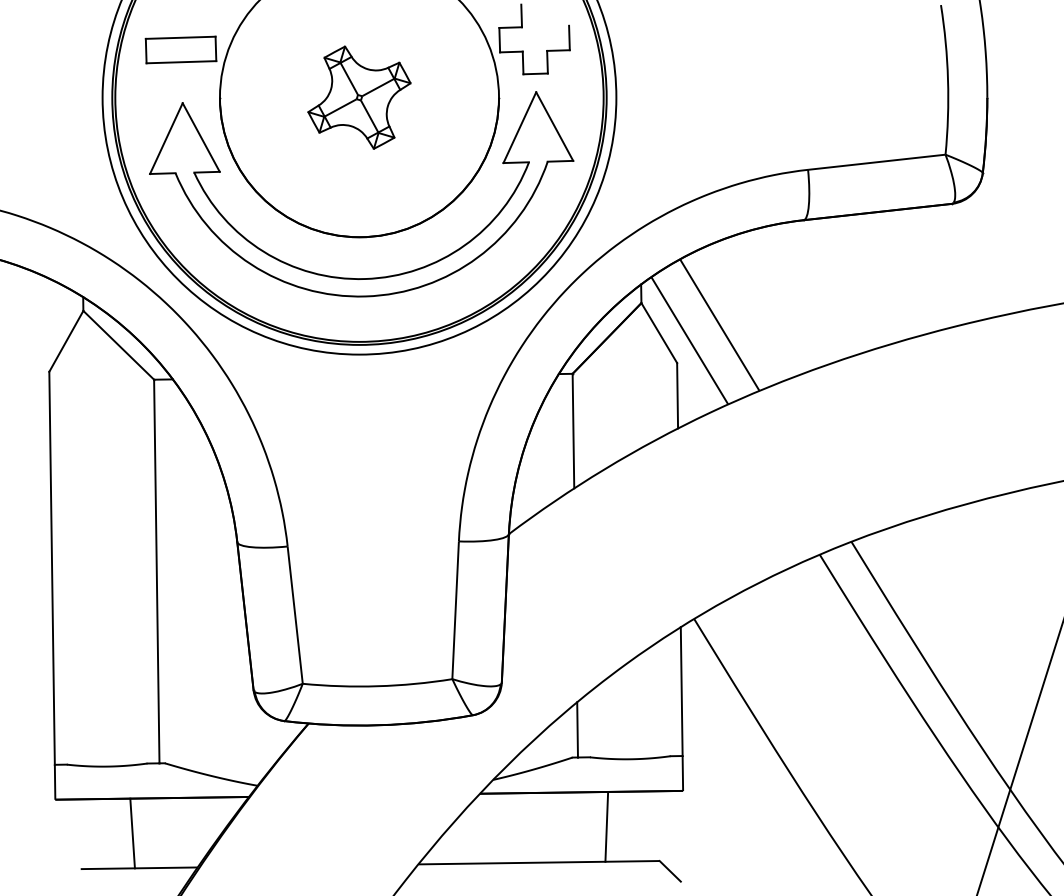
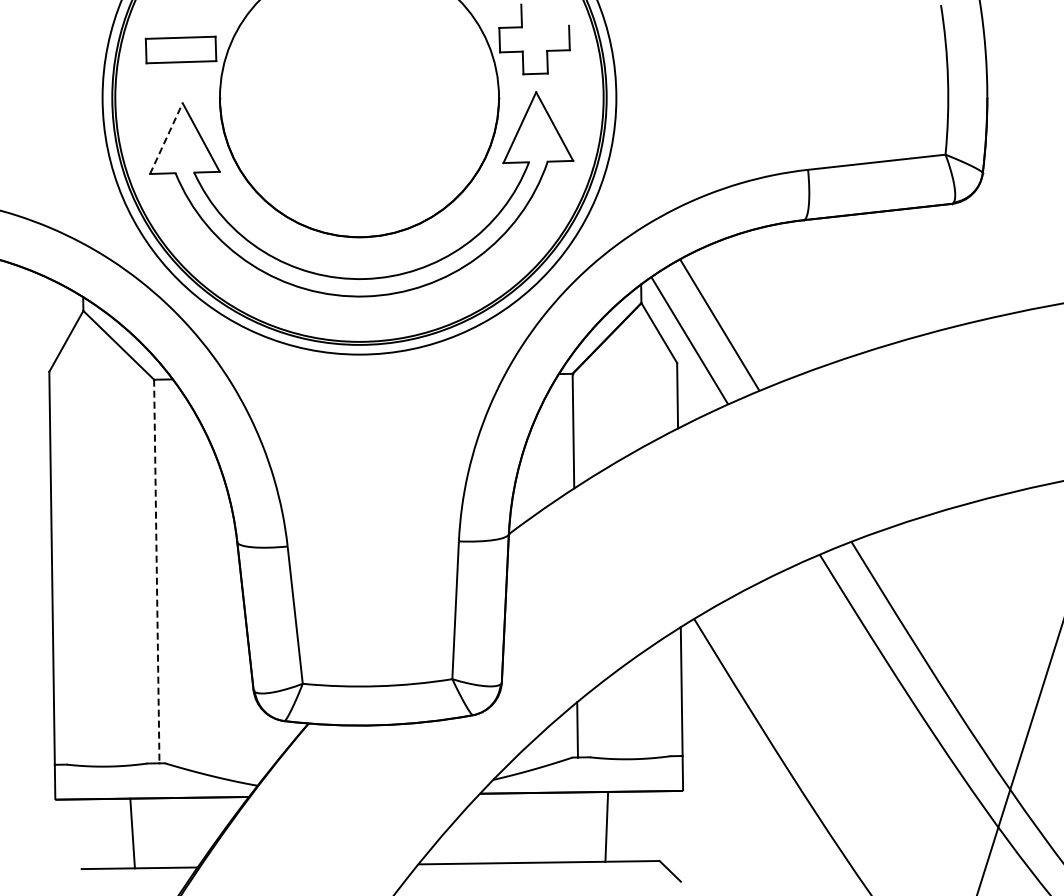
part at (359, 97): present -> none
line at (166, 138): solid -> dashed
line at (156, 571): solid -> dashed
